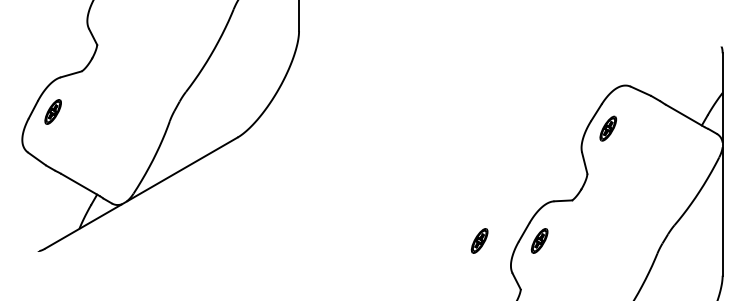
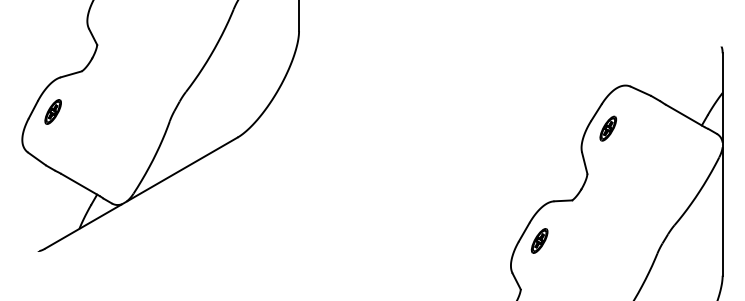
part at (479, 240): present -> none
